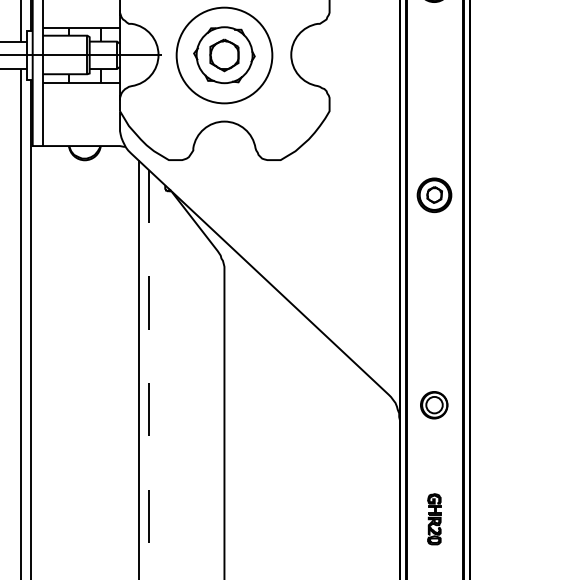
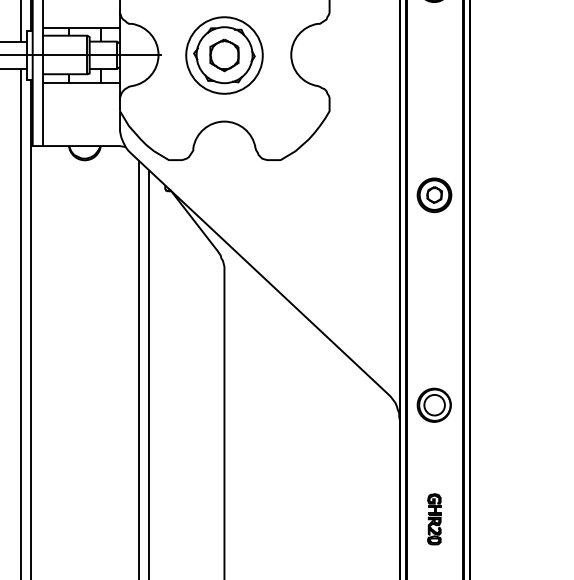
circle at (224, 55) diameter: 96 px -> 77 px
line at (148, 374): dashed -> solid
part at (434, 405) size: 29x29 px -> 36x36 px
